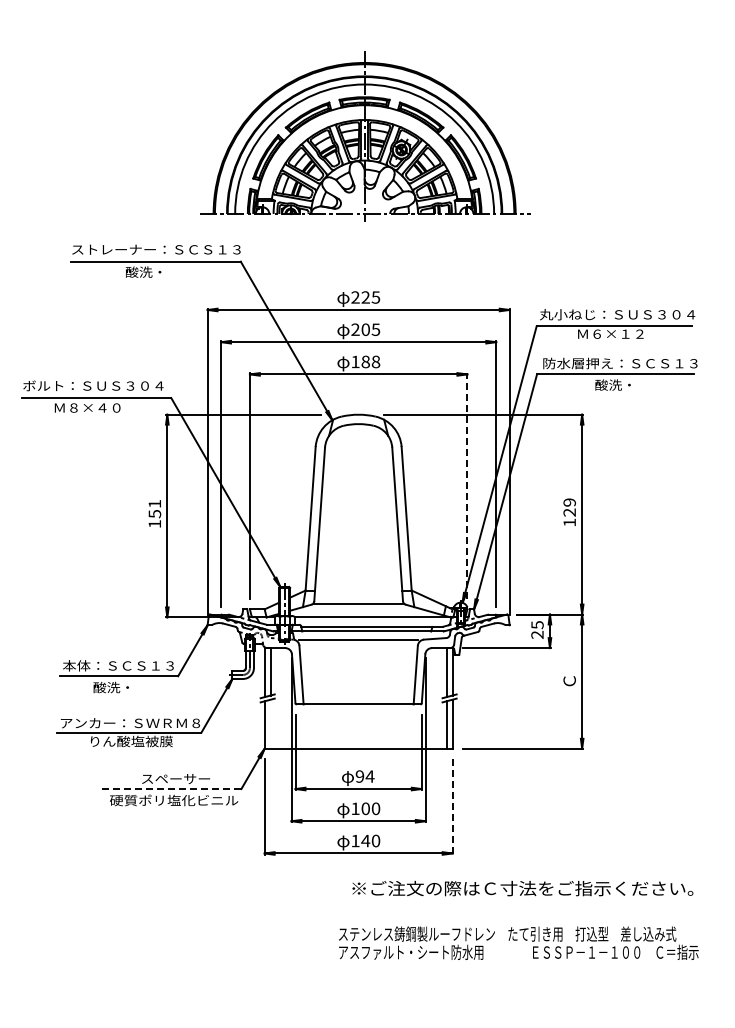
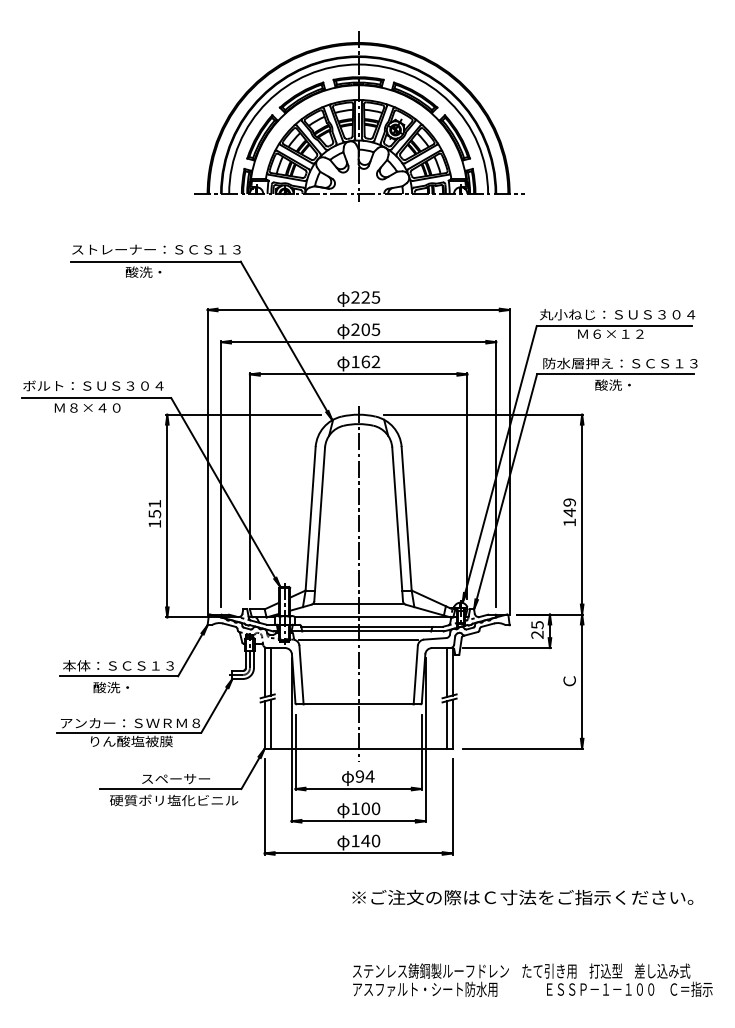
part at (365, 136) position: (365, 136) -> (359, 116)
text at (370, 361): 188 -> 162
line at (467, 485): dashed -> solid
text at (569, 512): 129 -> 149
line at (358, 583): none -> present
line at (270, 723): none -> present
line at (170, 789): dashed -> solid
line at (452, 806): dashed -> solid
text at (522, 888) position: (522, 888) -> (522, 897)
text at (518, 942) position: (518, 942) -> (532, 979)
